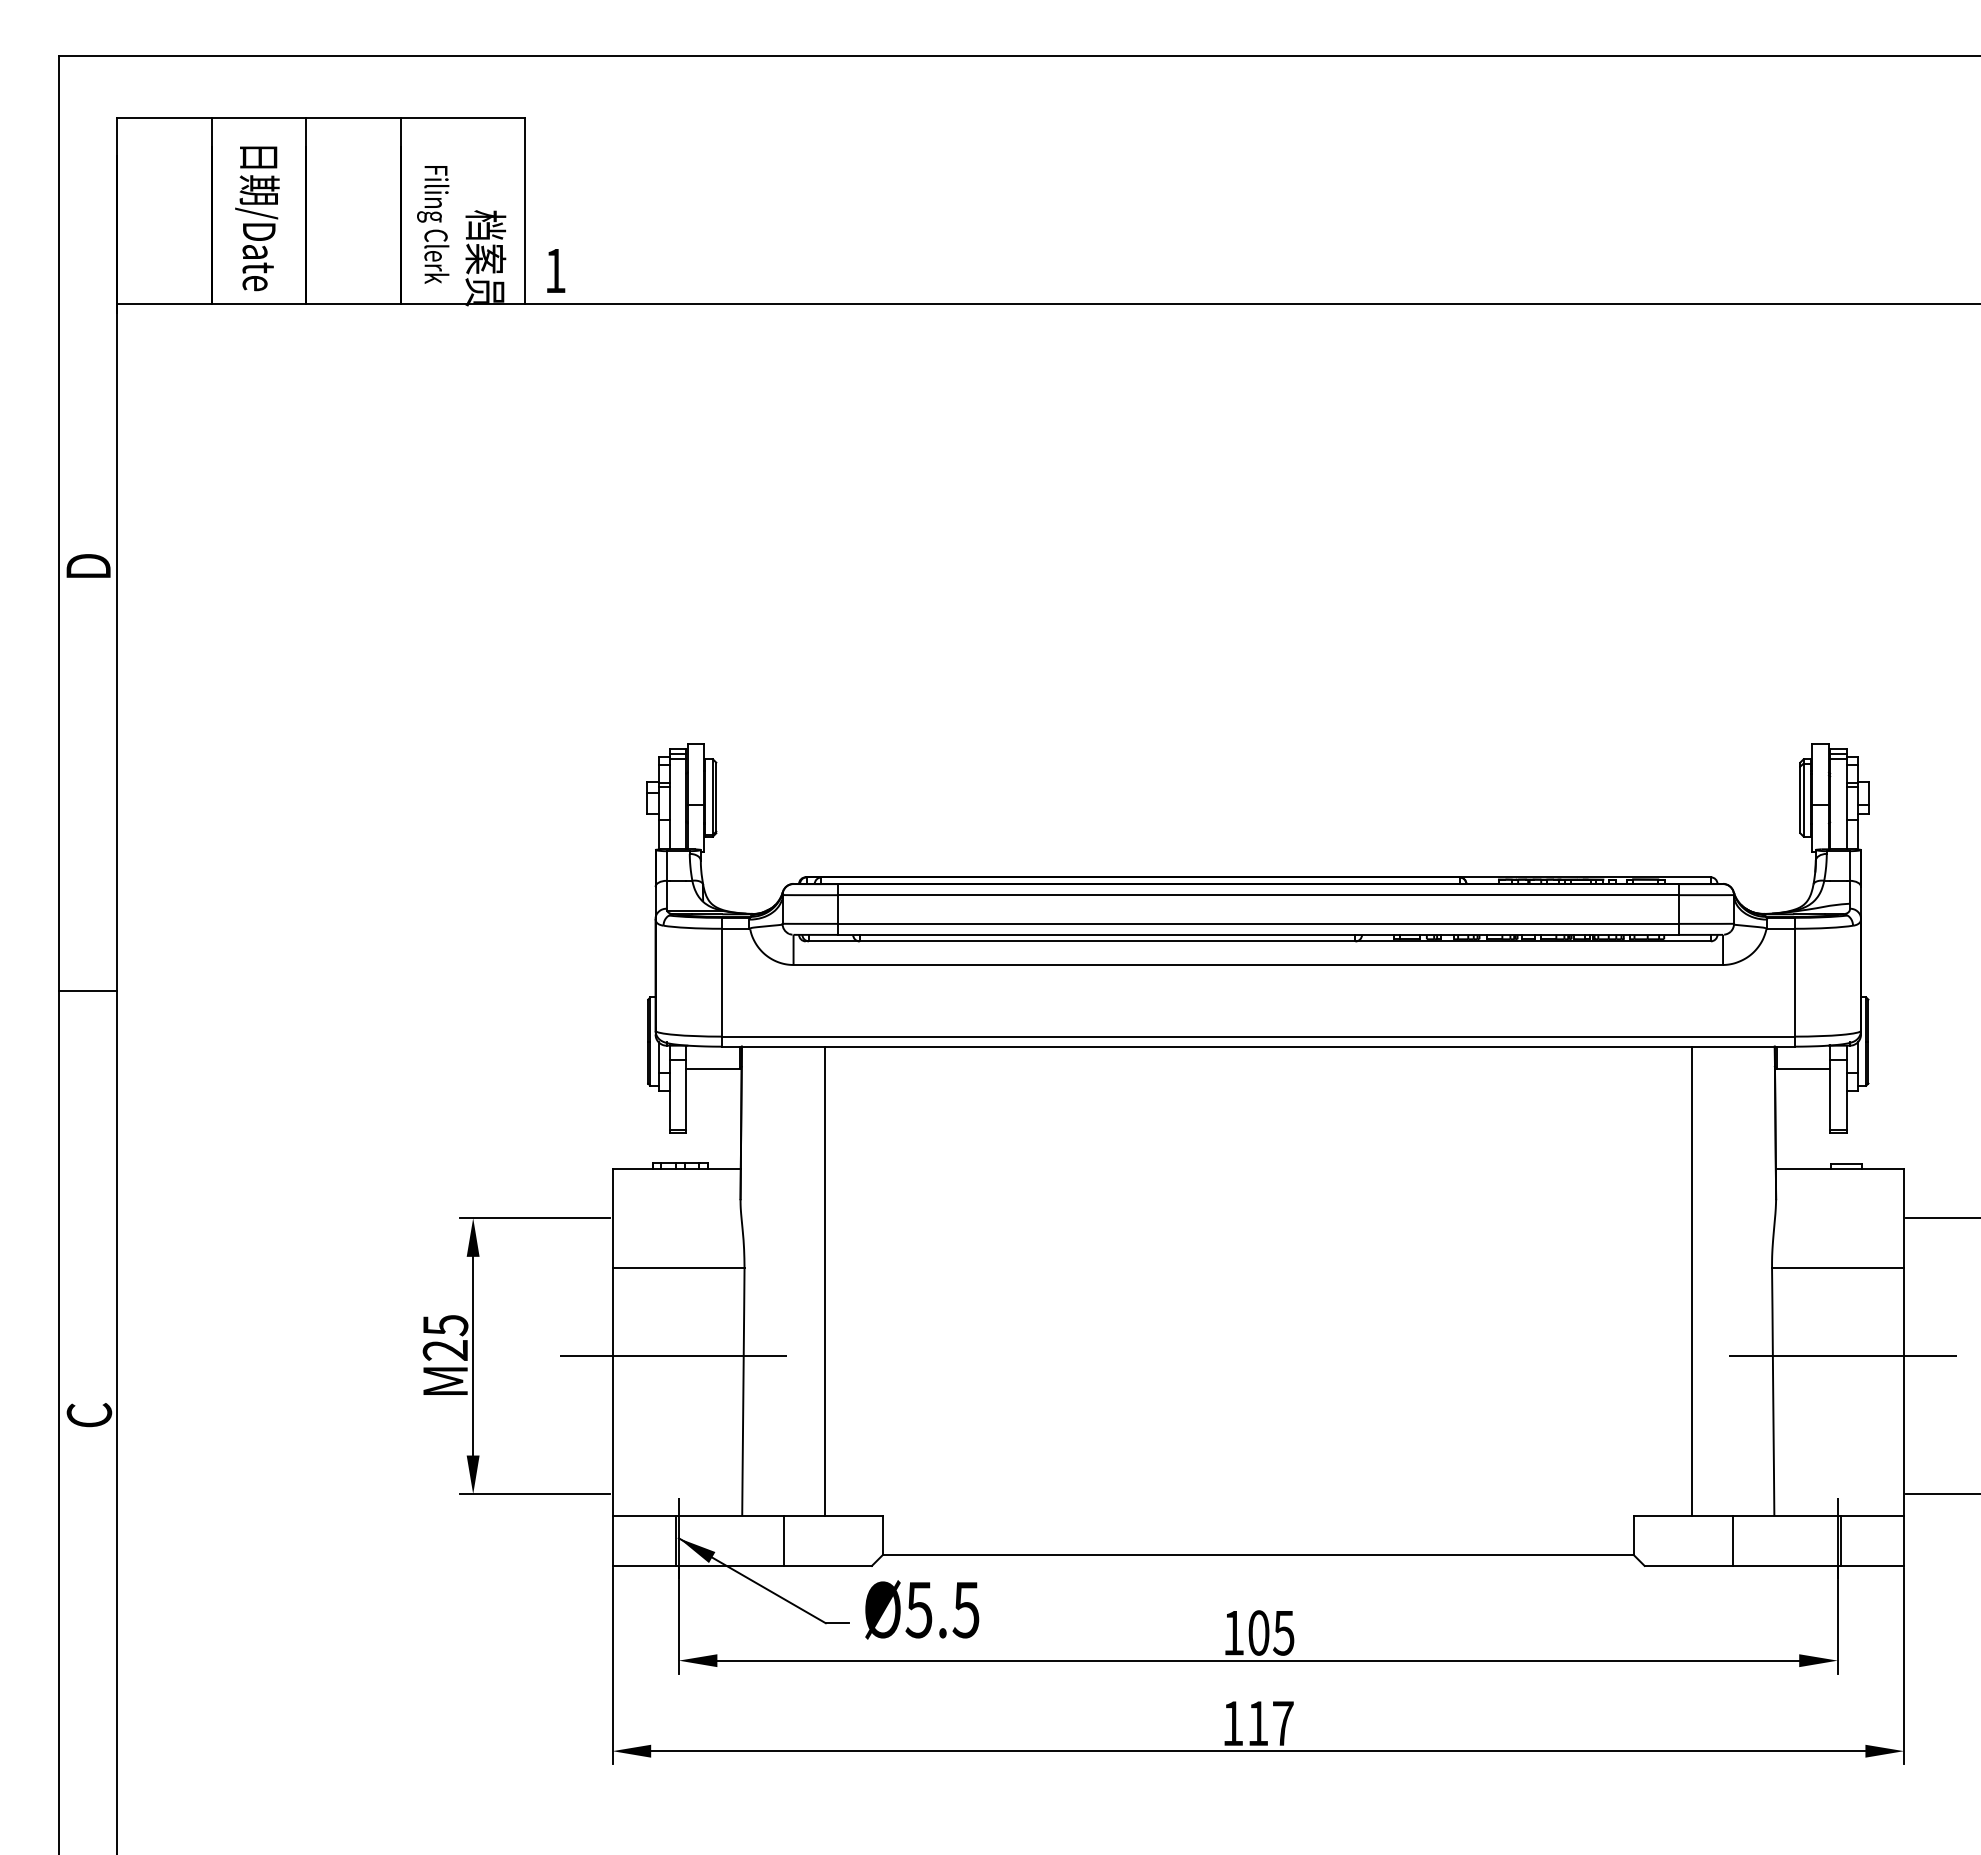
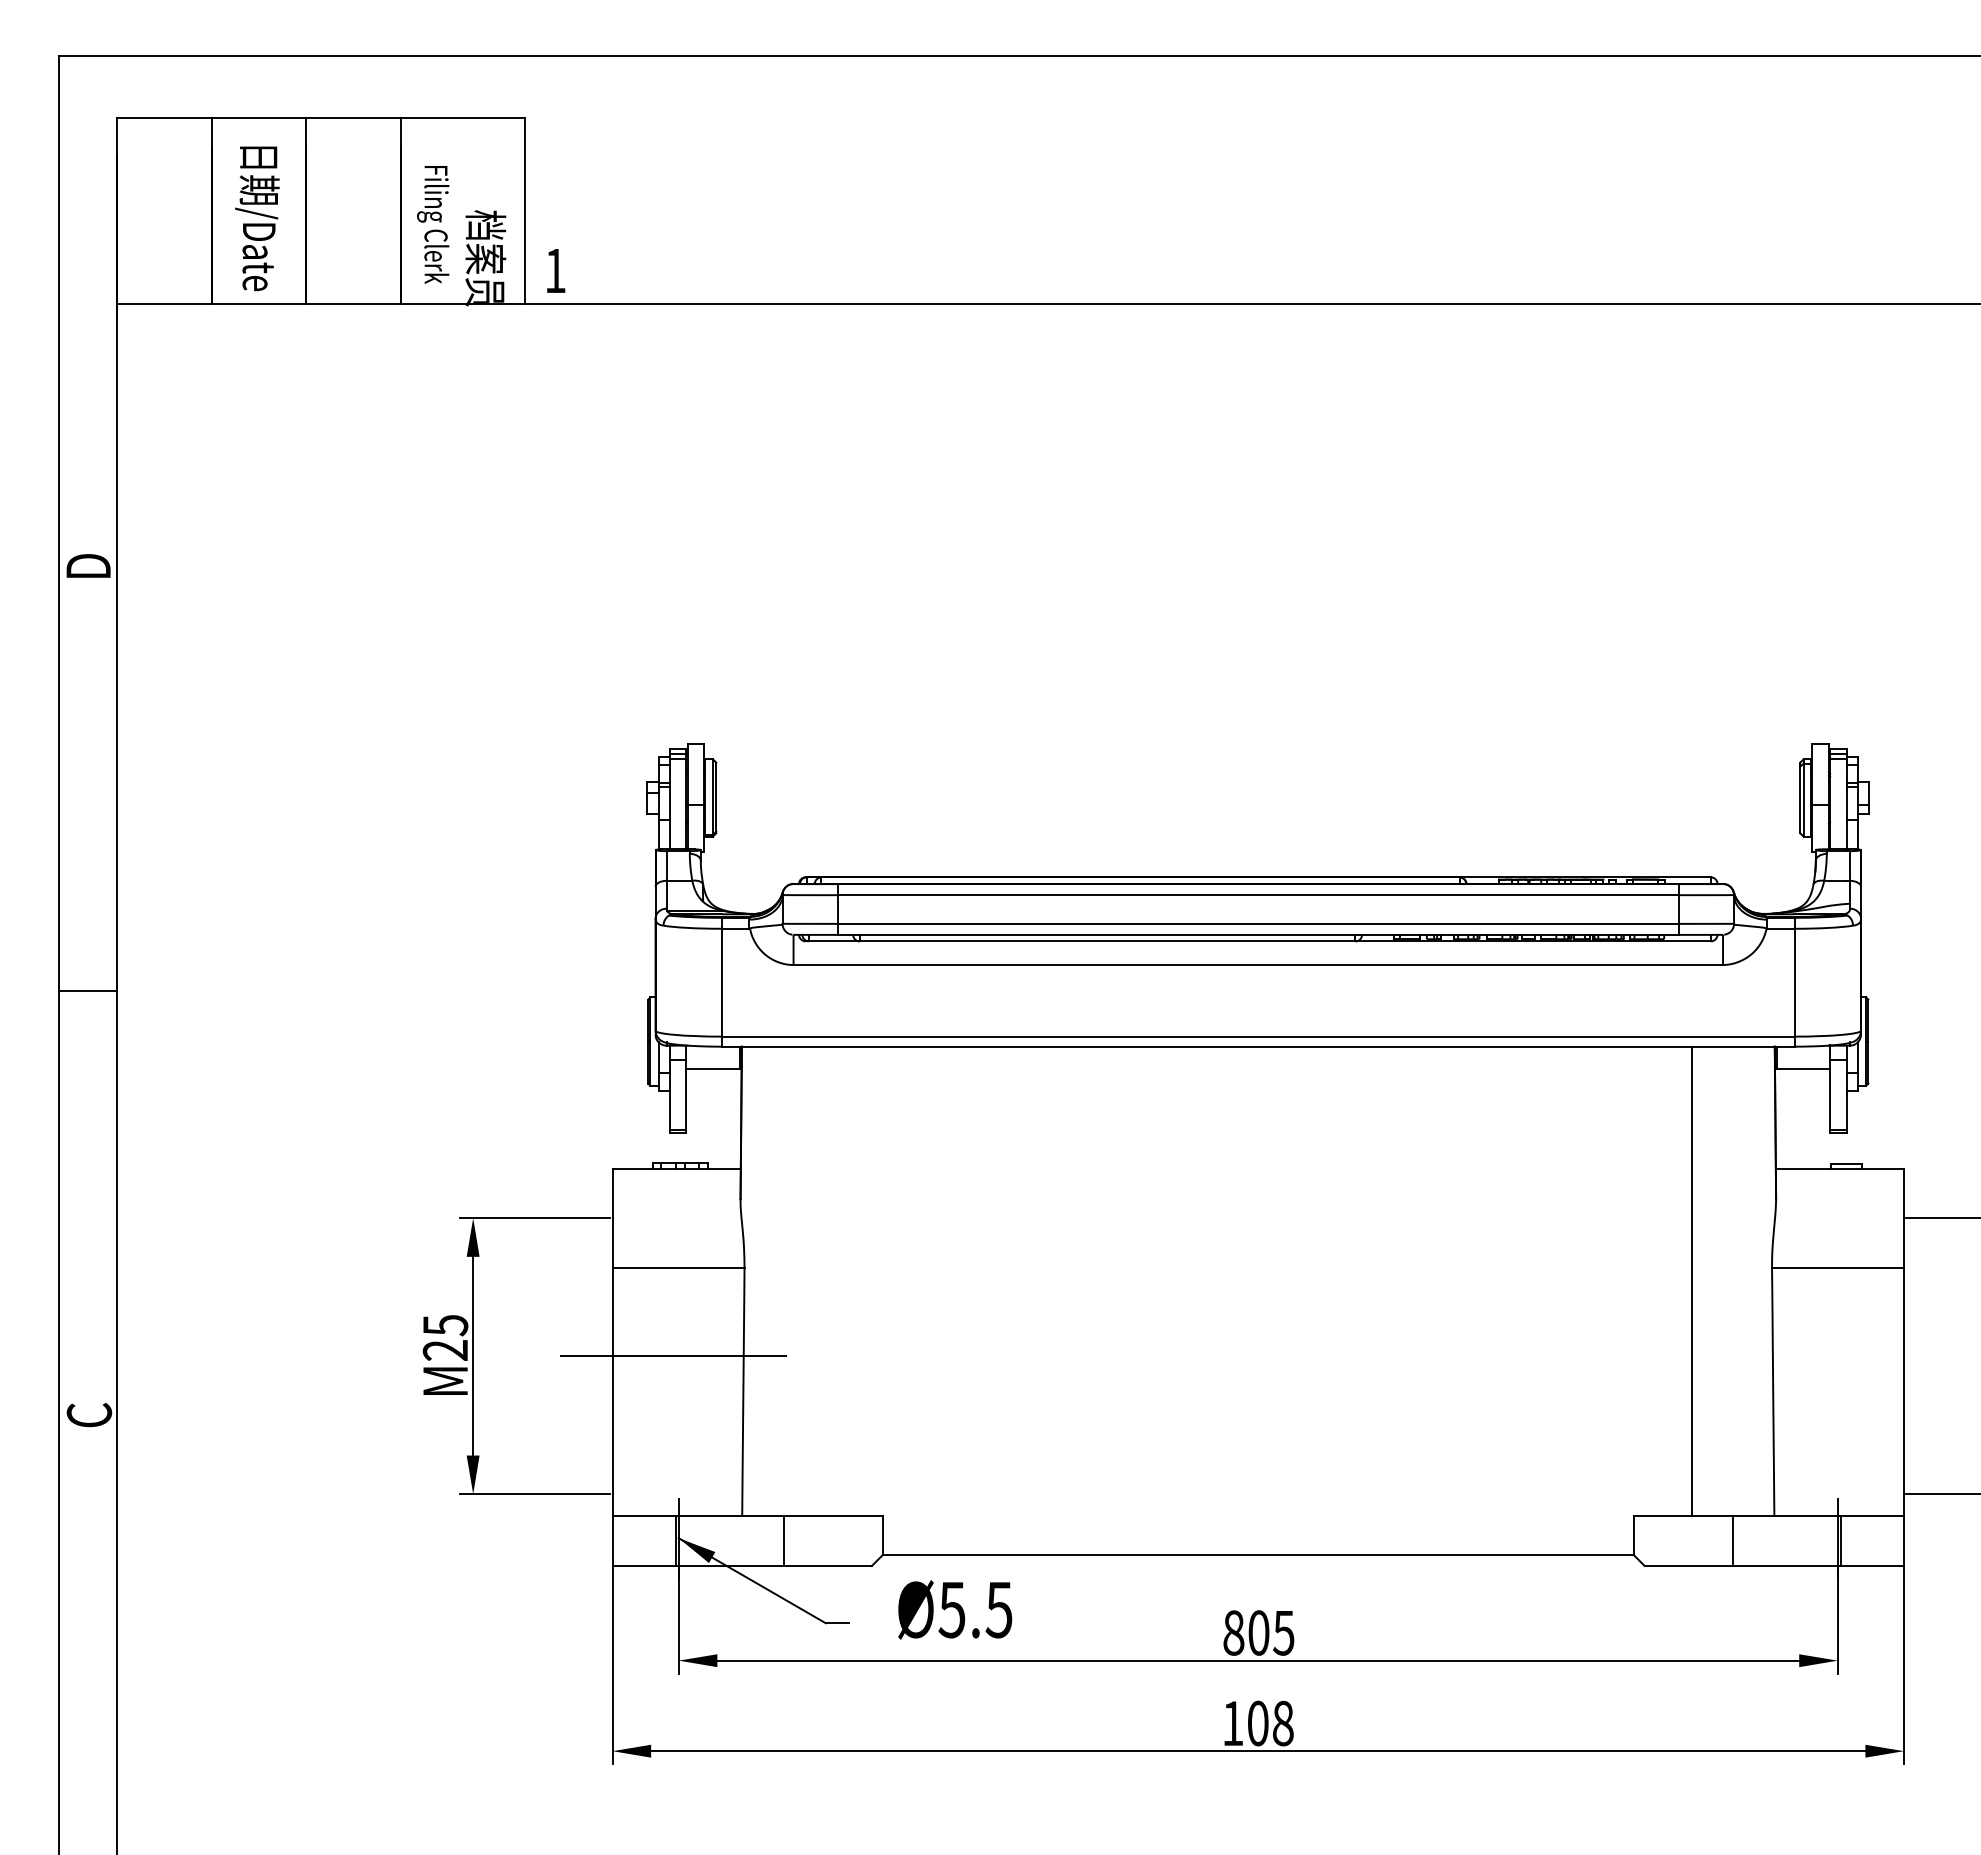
line at (825, 1281): present -> none
line at (1842, 1356): present -> none
text at (922, 1609) position: (922, 1609) -> (955, 1609)
text at (1233, 1632): 105 -> 805
text at (1270, 1723): 117 -> 108
